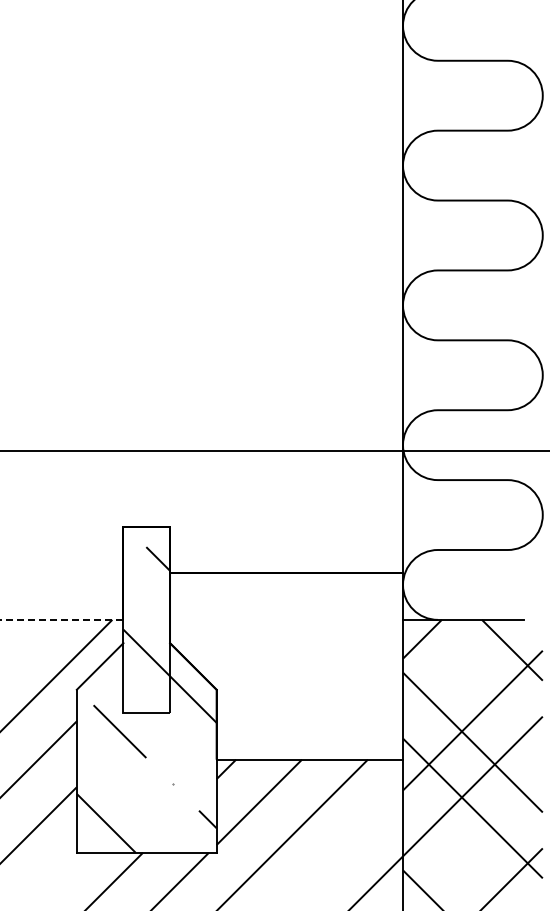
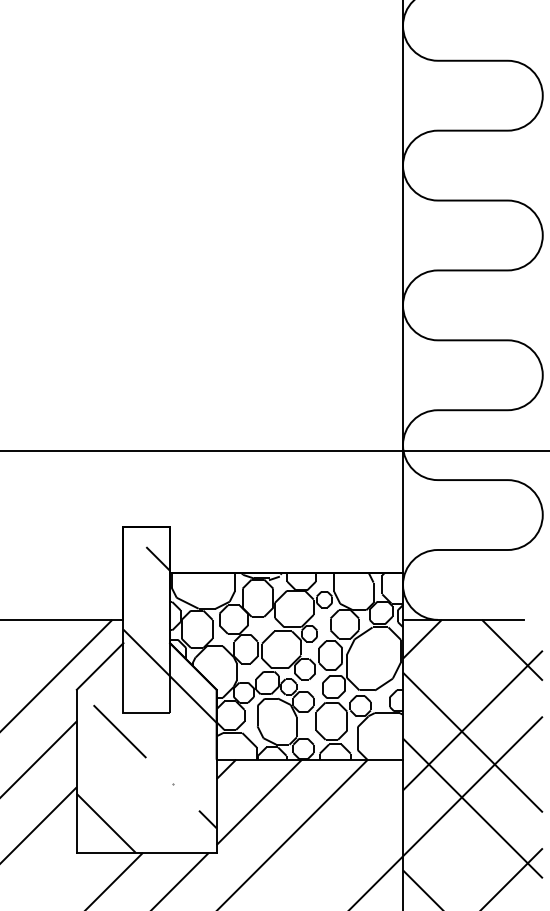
line at (61, 619): dashed -> solid
hatch at (286, 666): none -> present
